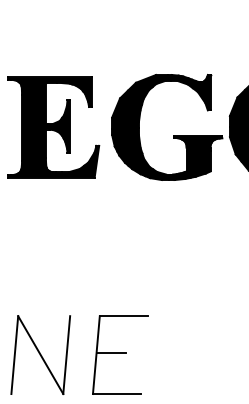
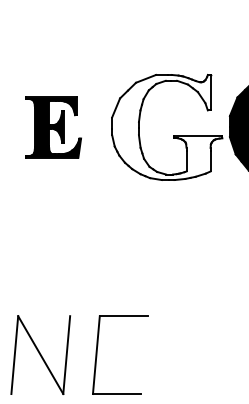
part at (53, 127) size: 94x103 px -> 57x63 px
fill at (167, 127): present -> none
line at (111, 353): present -> none
